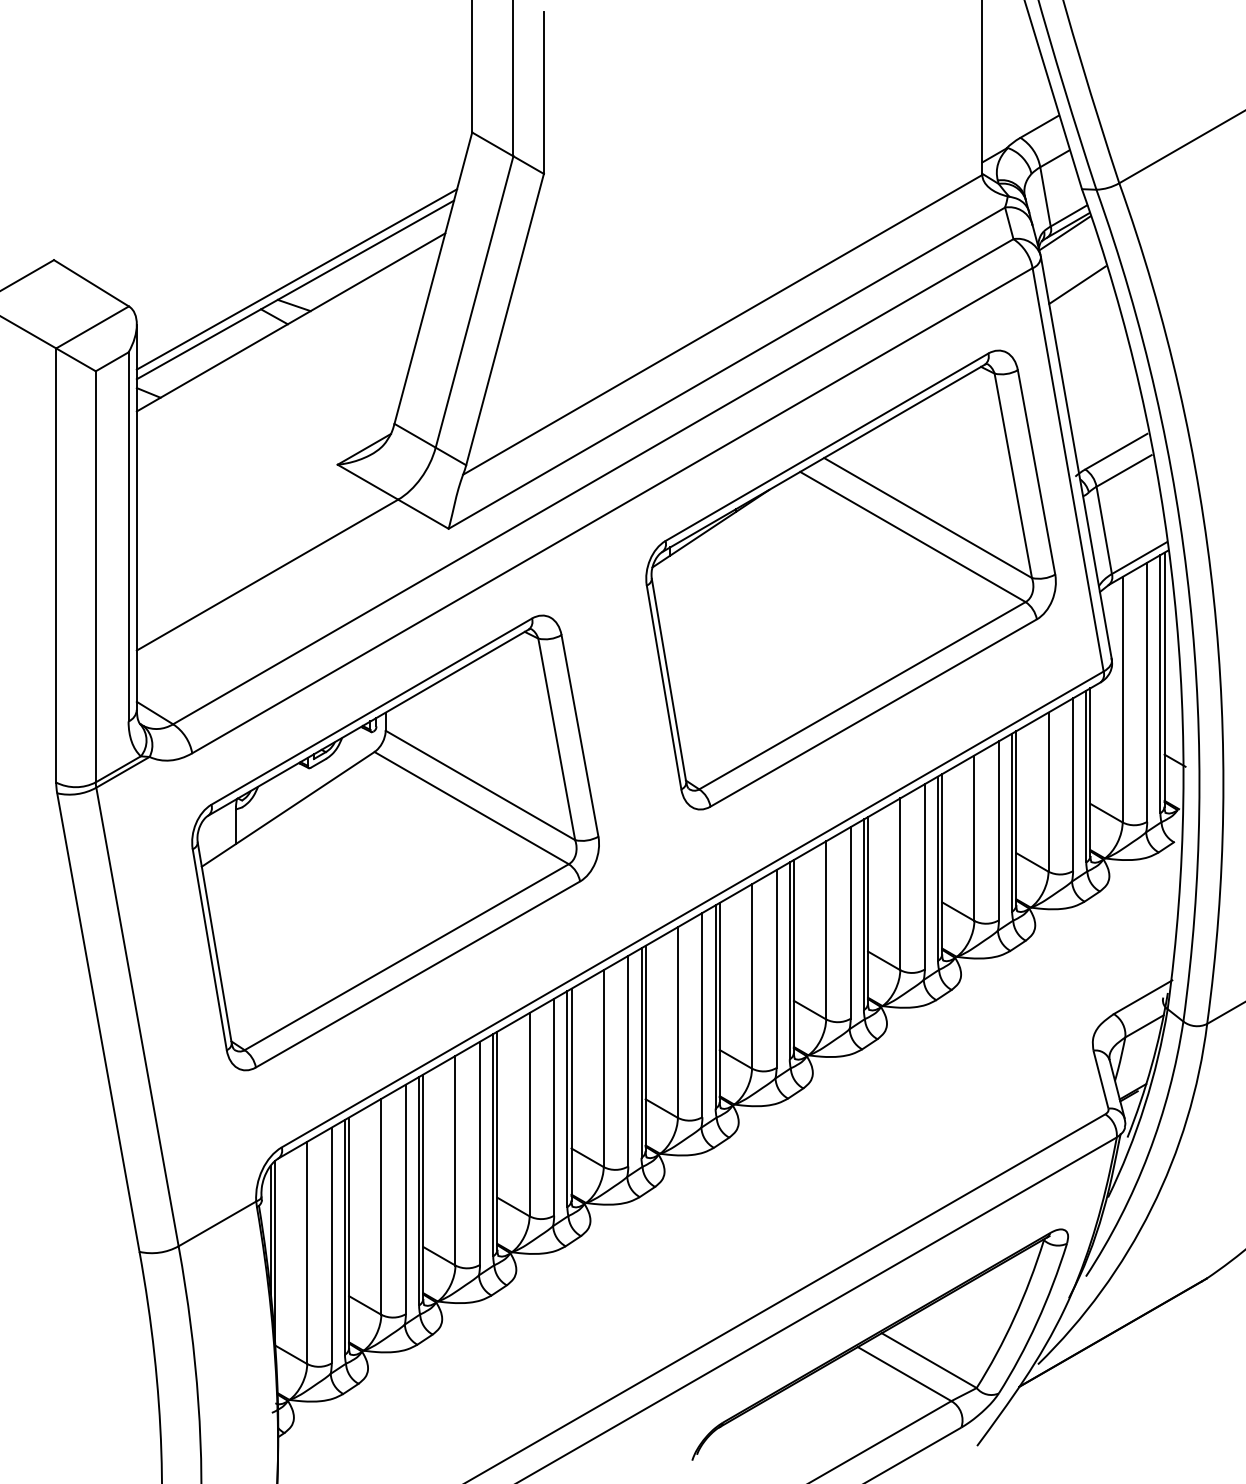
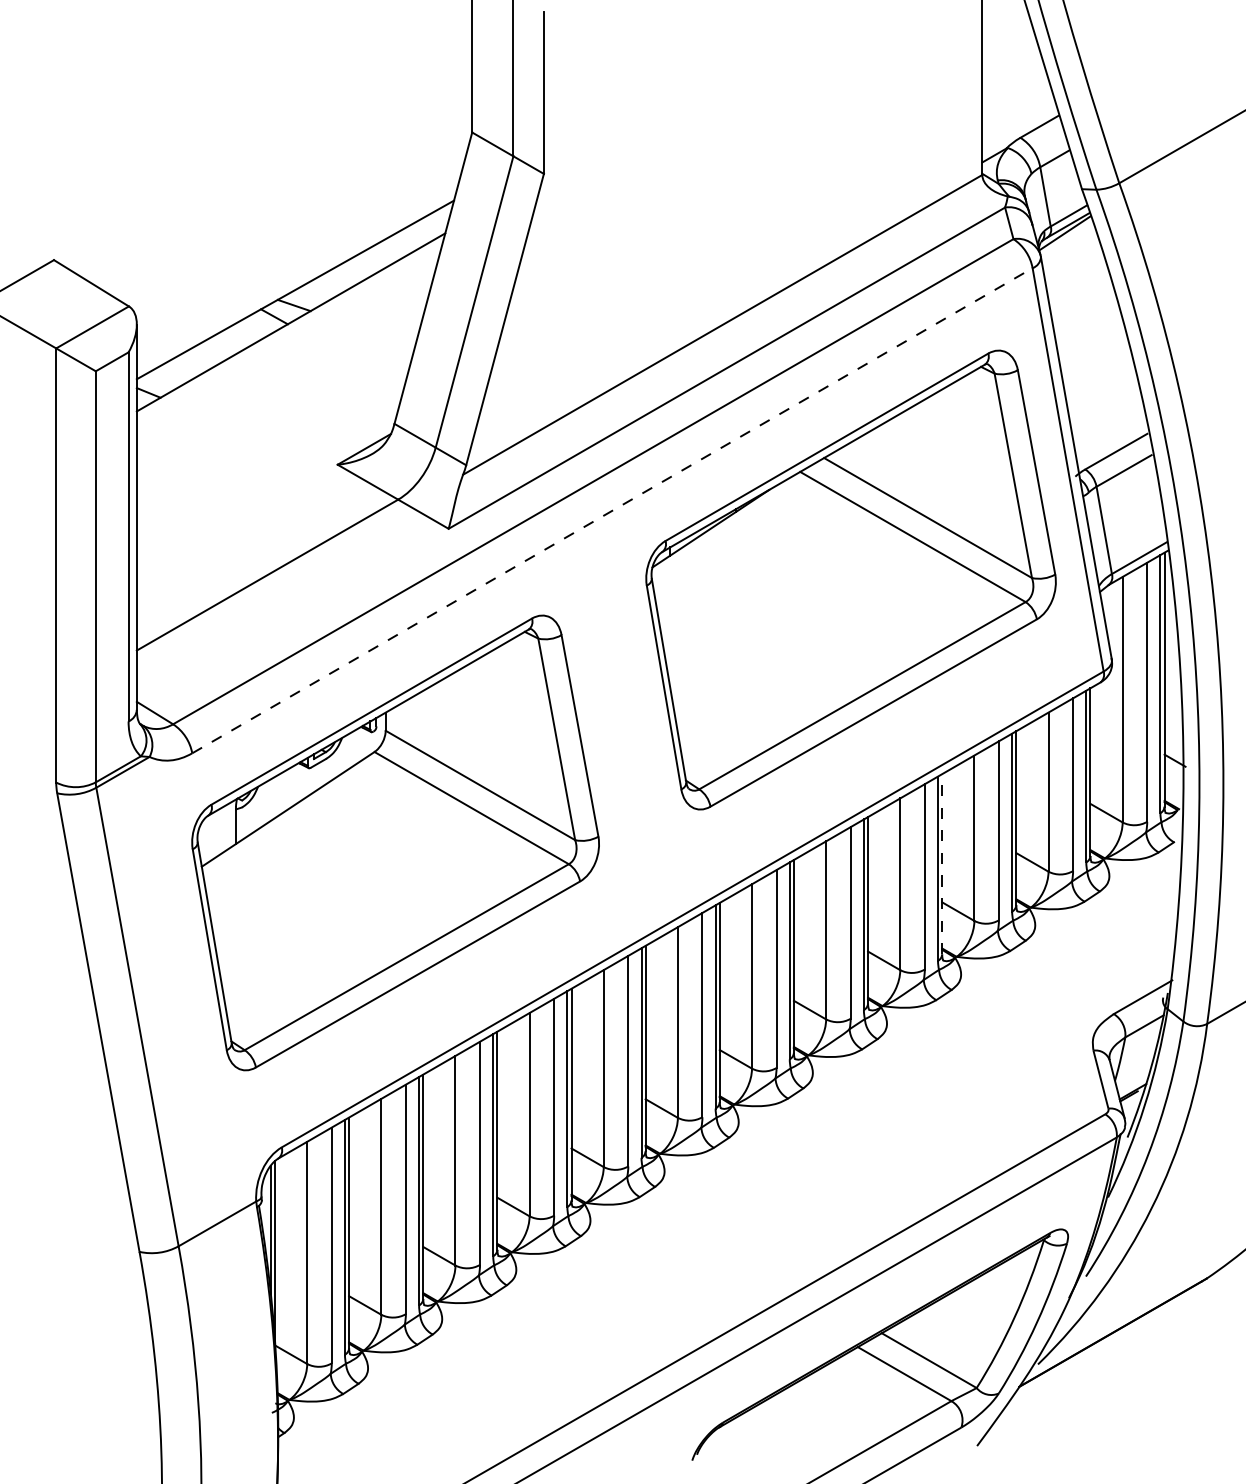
line at (296, 279): present -> none
line at (1077, 284): present -> none
line at (612, 510): solid -> dashed
line at (942, 863): solid -> dashed
